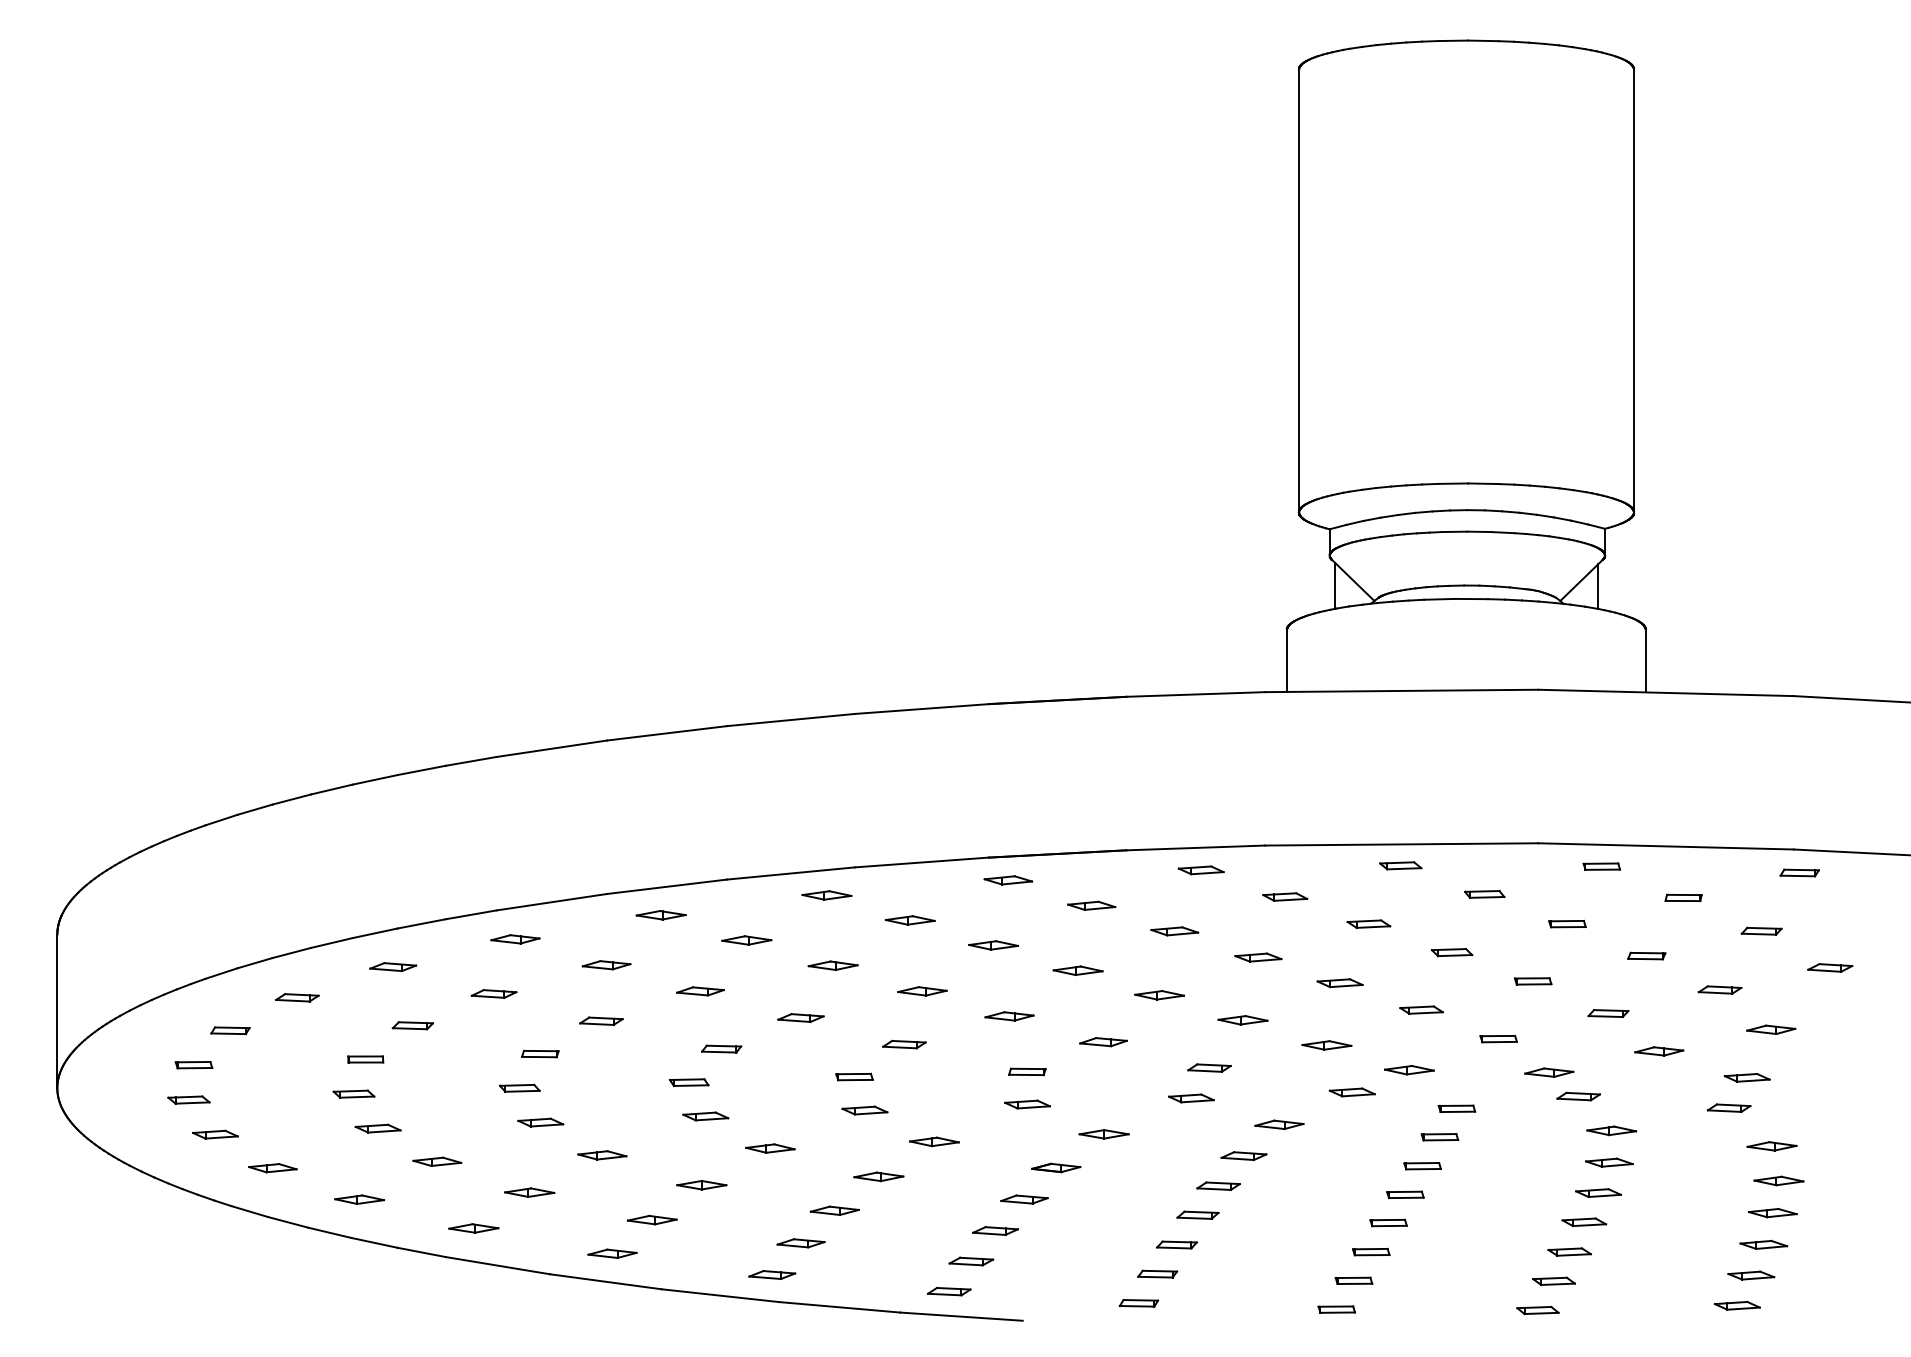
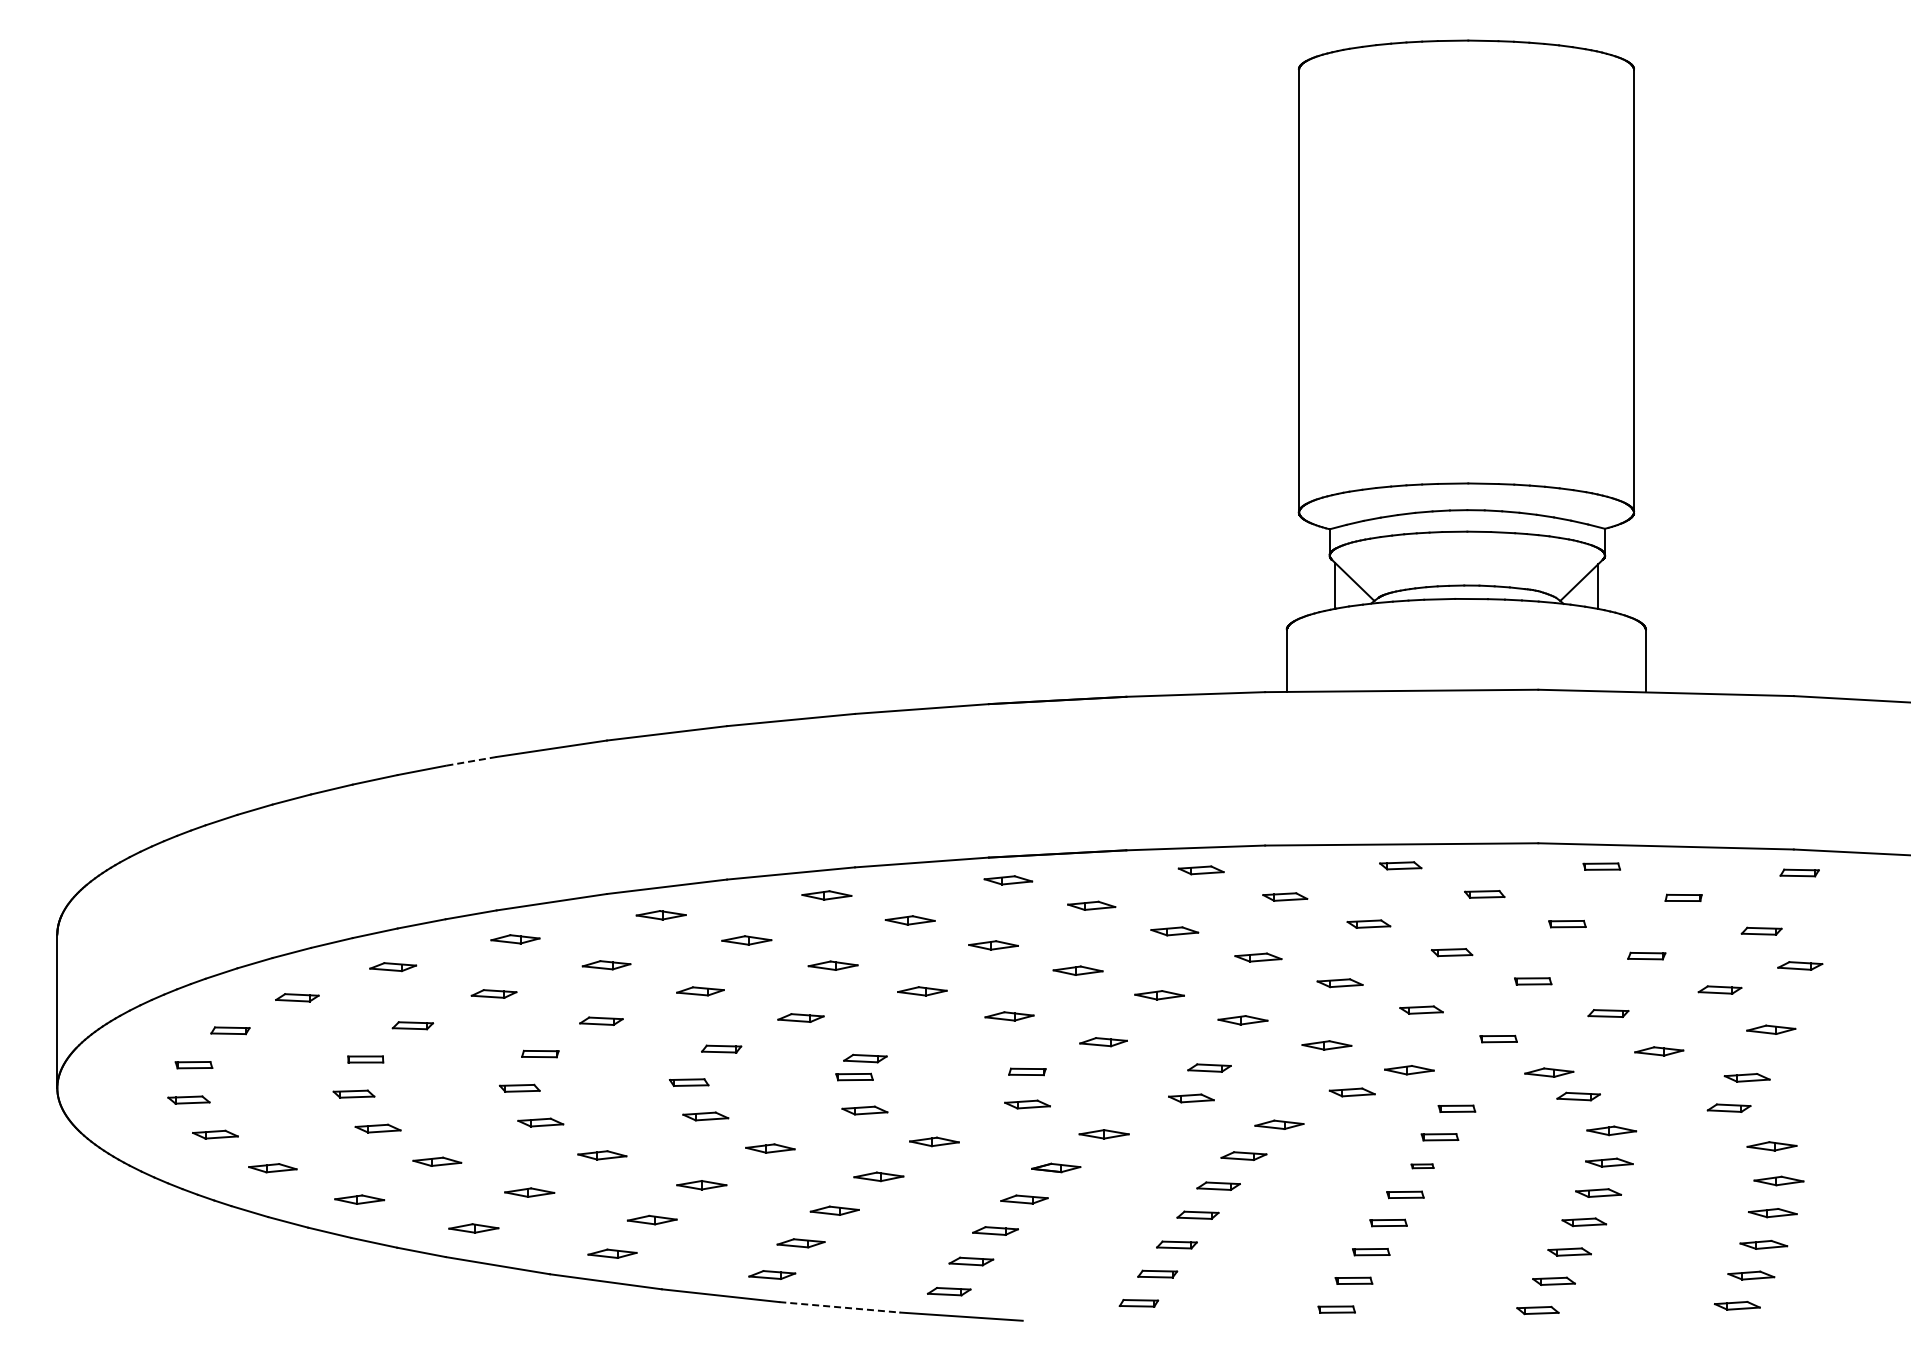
line at (471, 761): solid -> dashed
part at (1830, 967) position: (1830, 967) -> (1800, 965)
part at (904, 1044) position: (904, 1044) -> (865, 1058)
part at (1422, 1166) size: 39x9 px -> 25x7 px
line at (839, 1307): solid -> dashed
